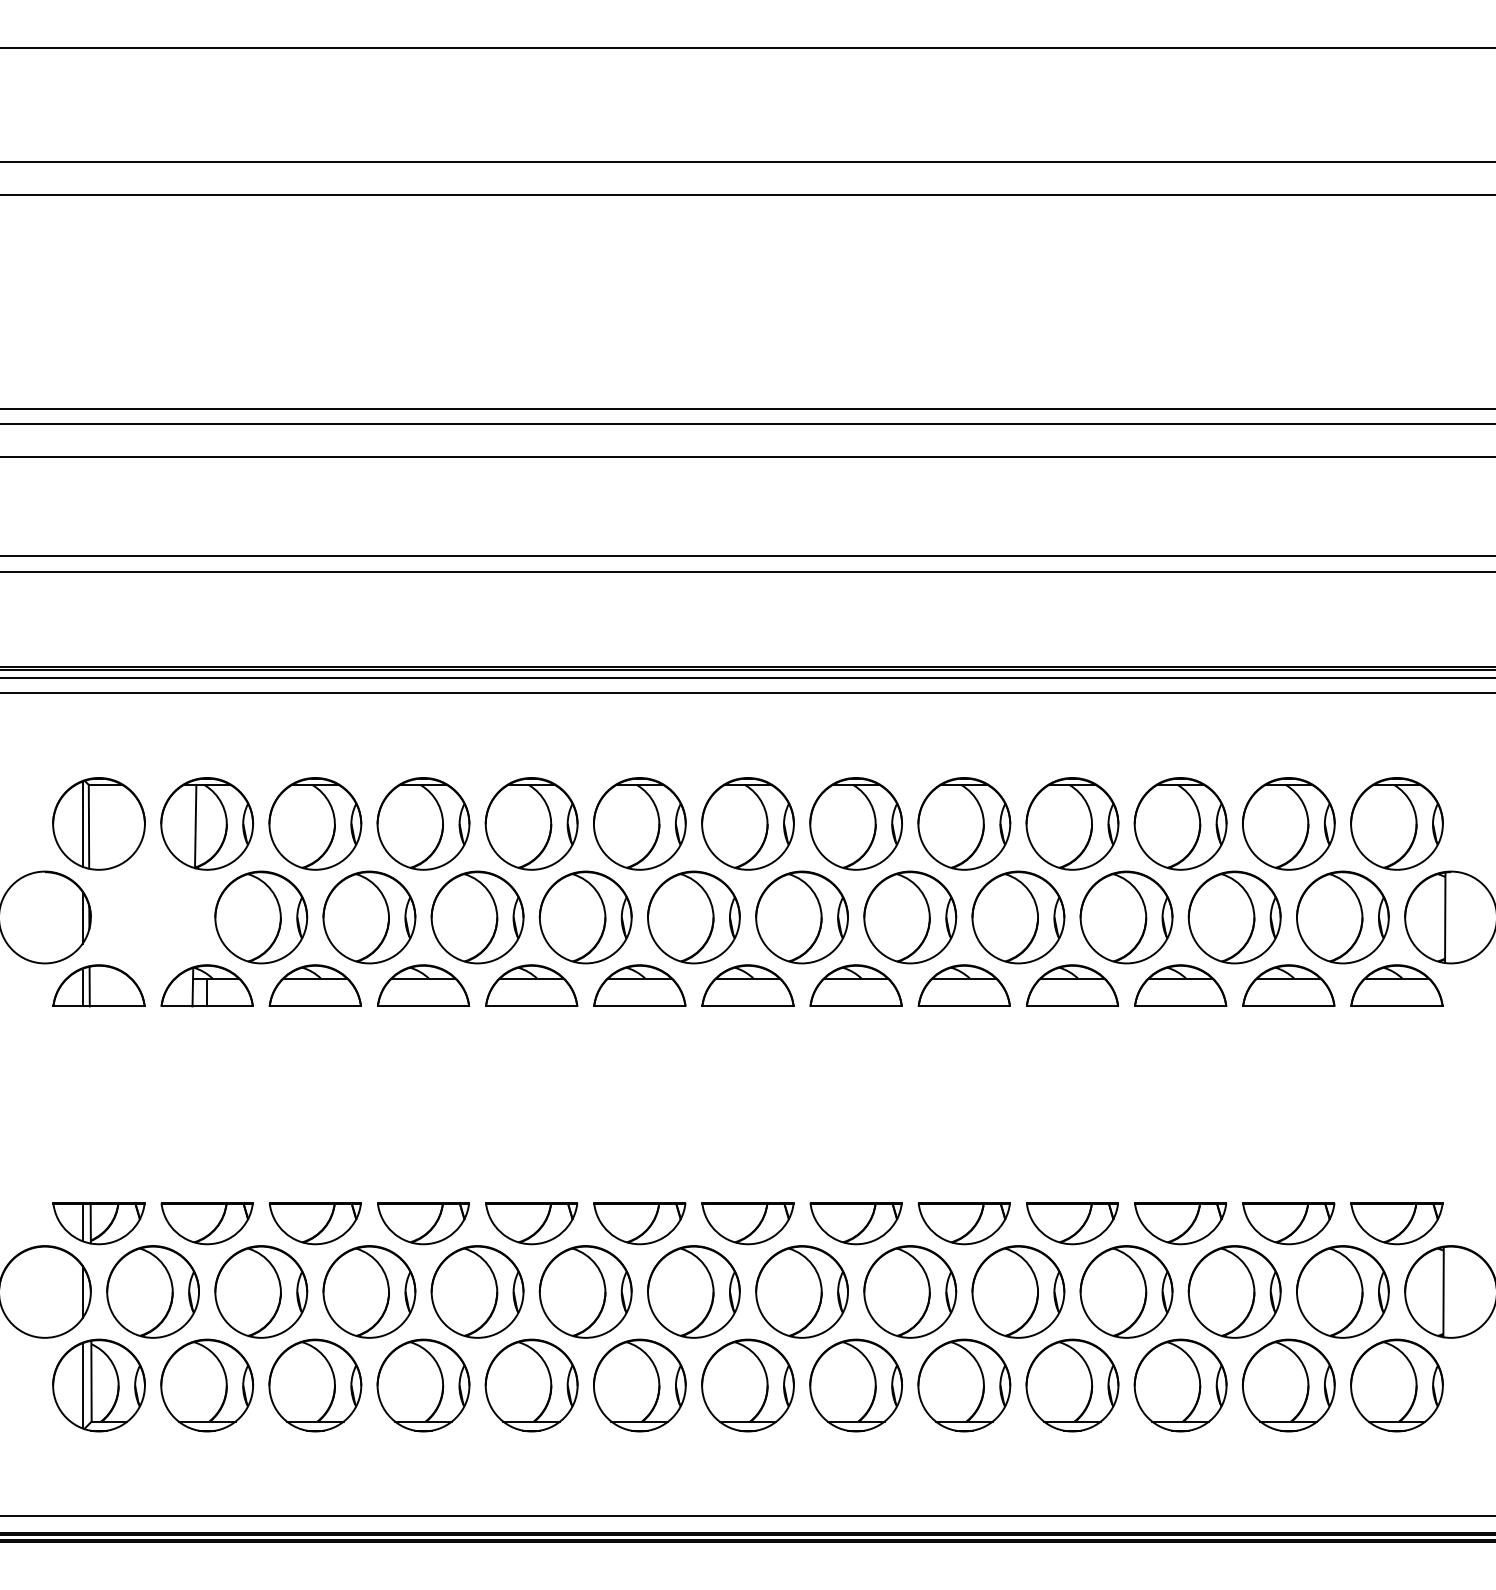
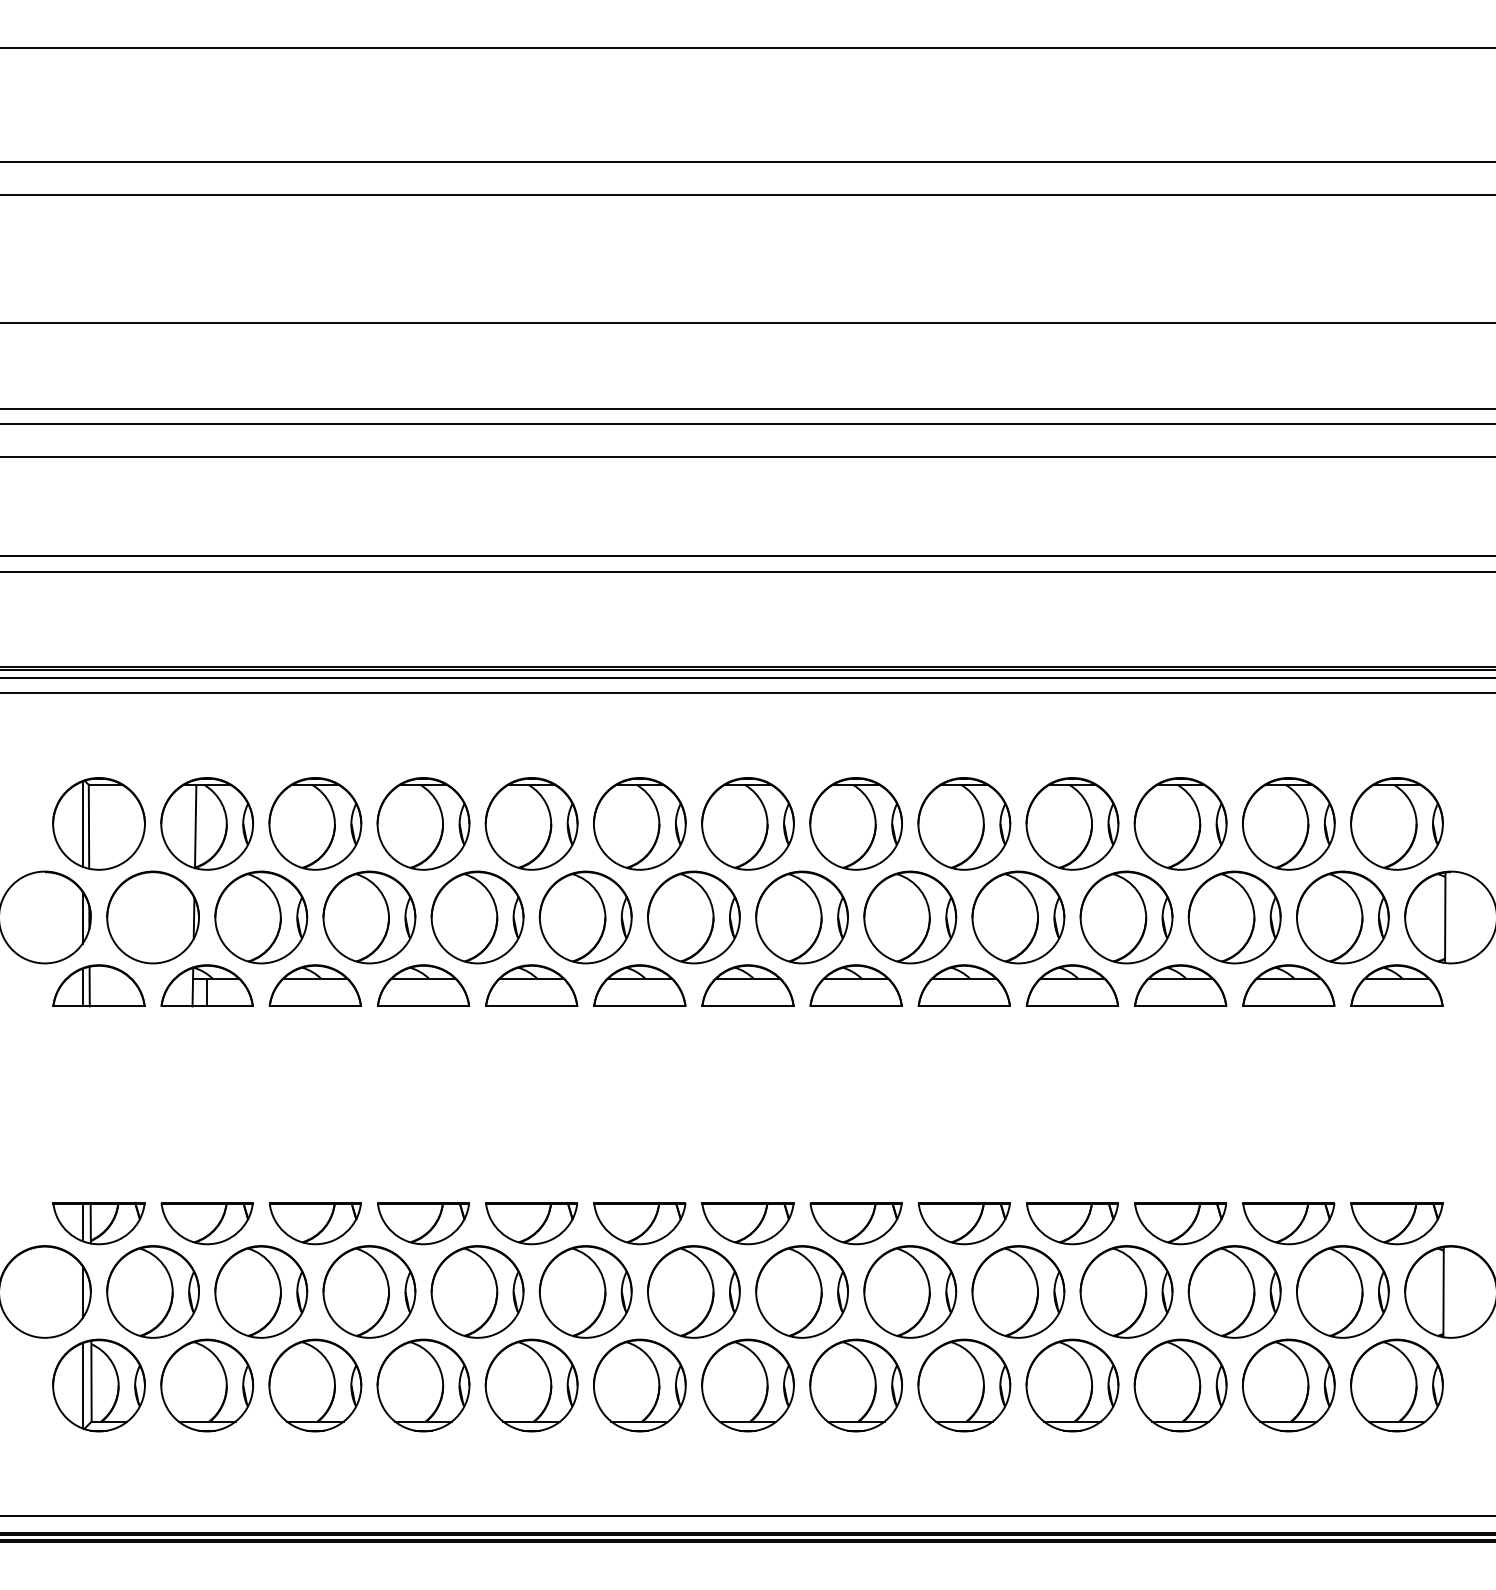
line at (747, 323): none -> present
part at (152, 917): none -> present
